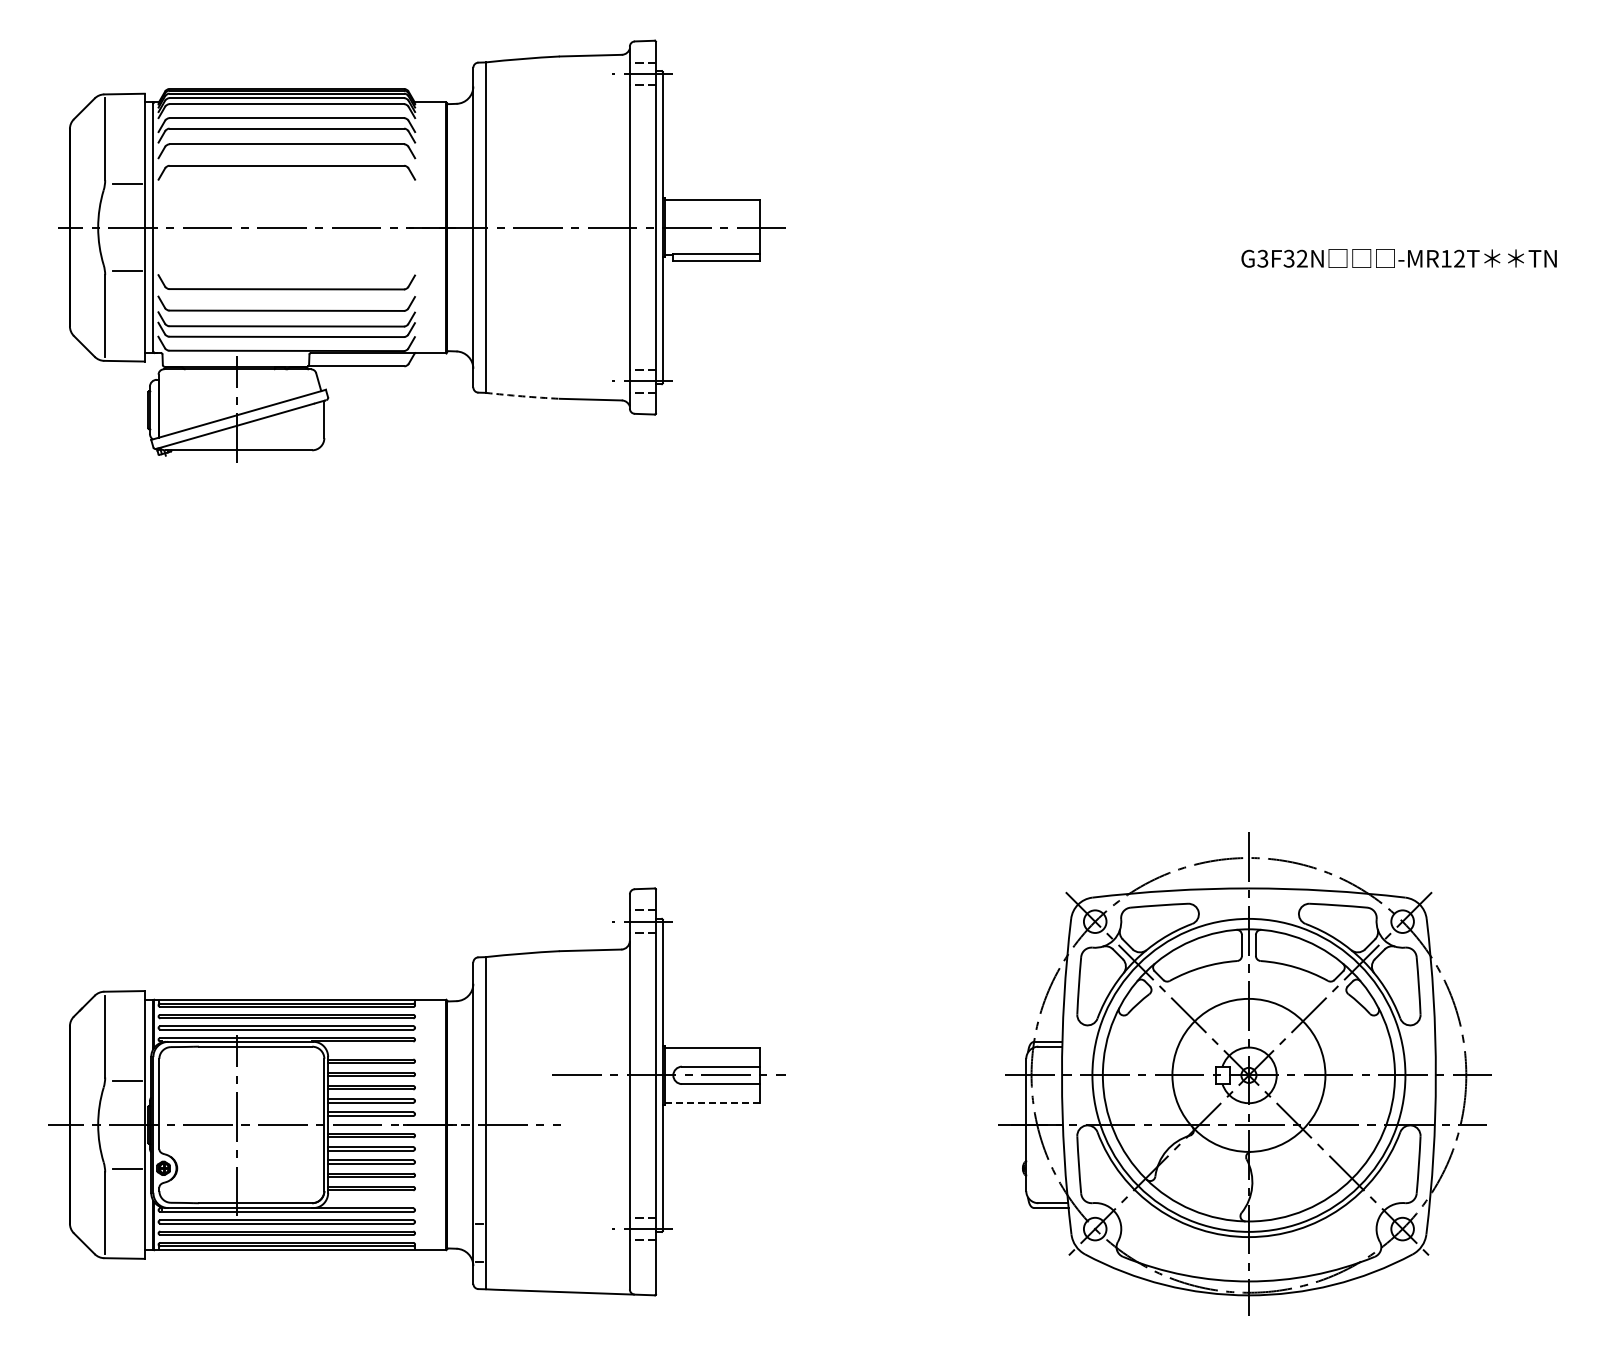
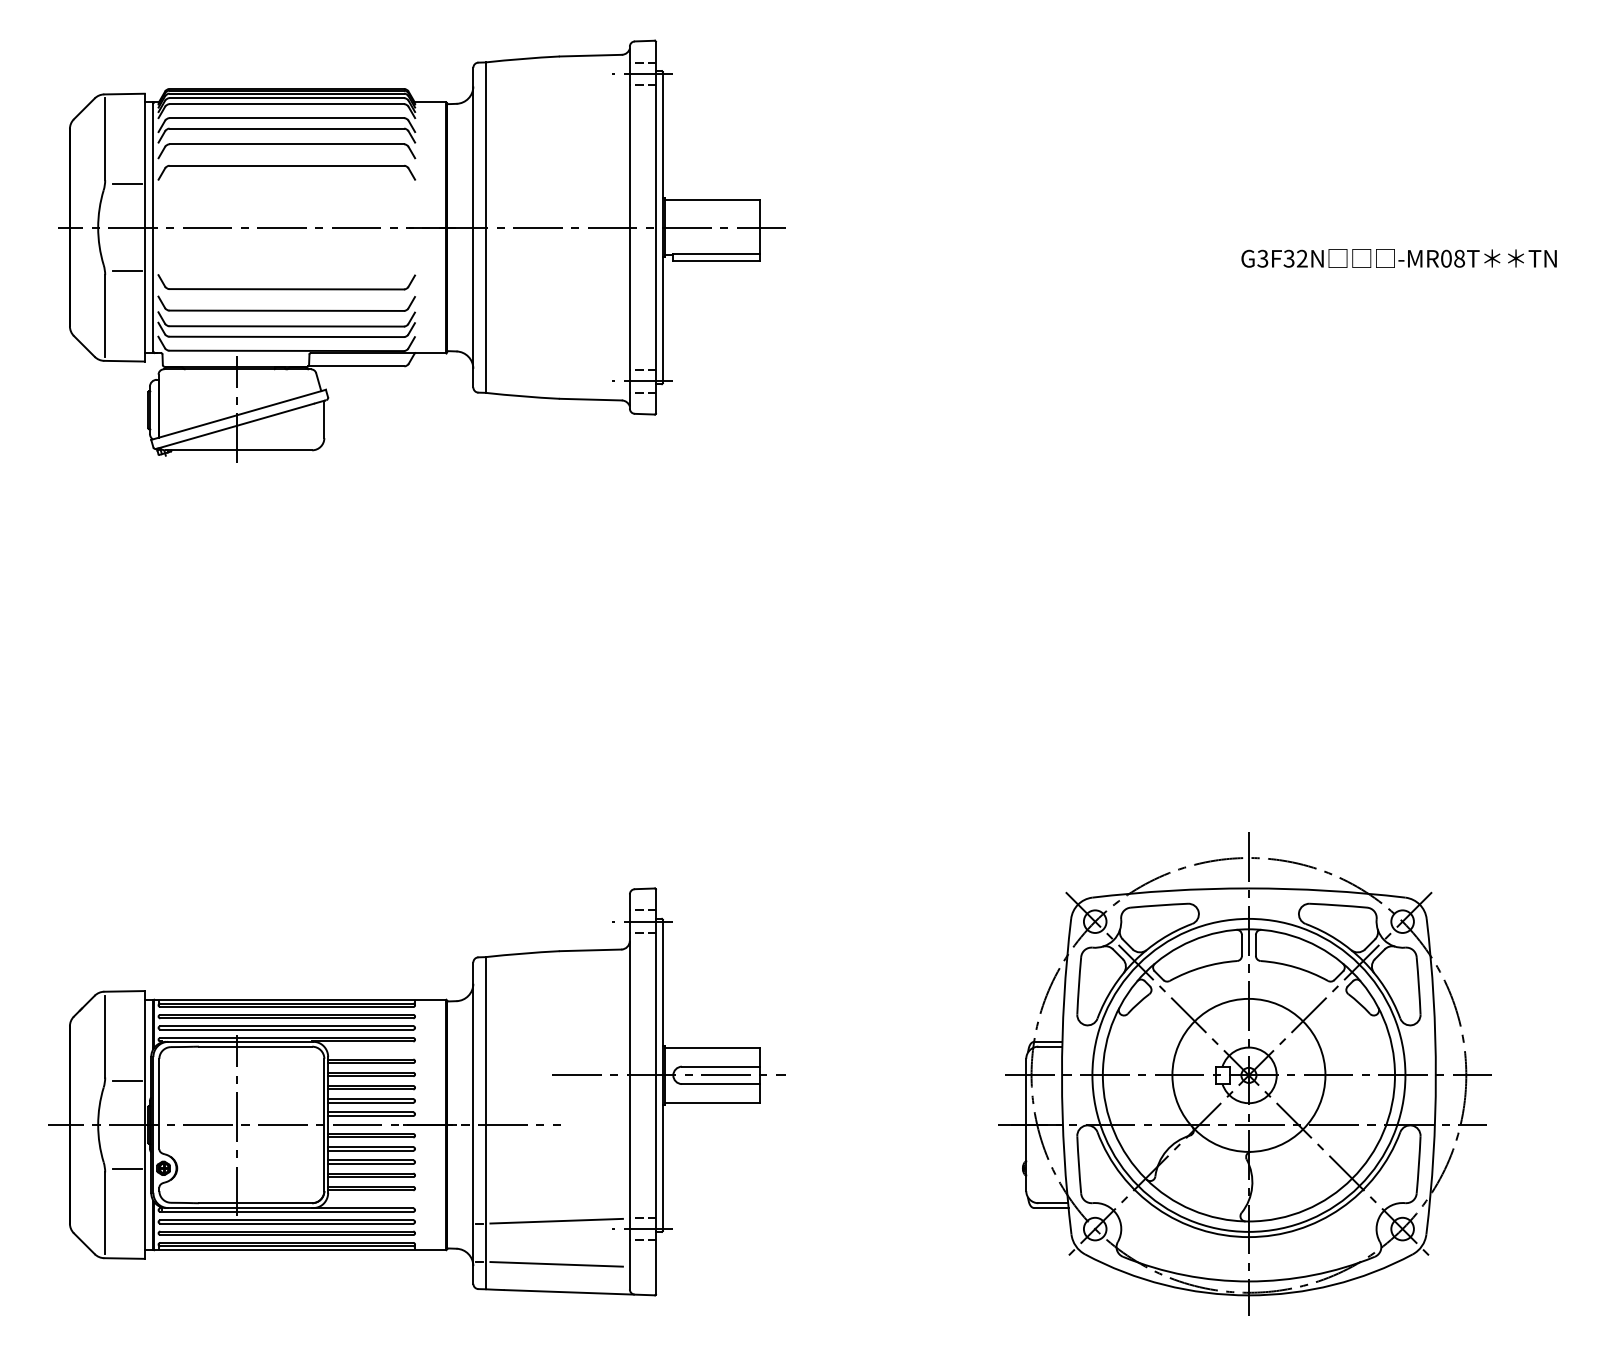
text at (1453, 258): -MR12T -> -MR08T
arc at (522, 396): dashed -> solid
line at (712, 1103): dashed -> solid
line at (556, 1220): none -> present
line at (556, 1264): none -> present
